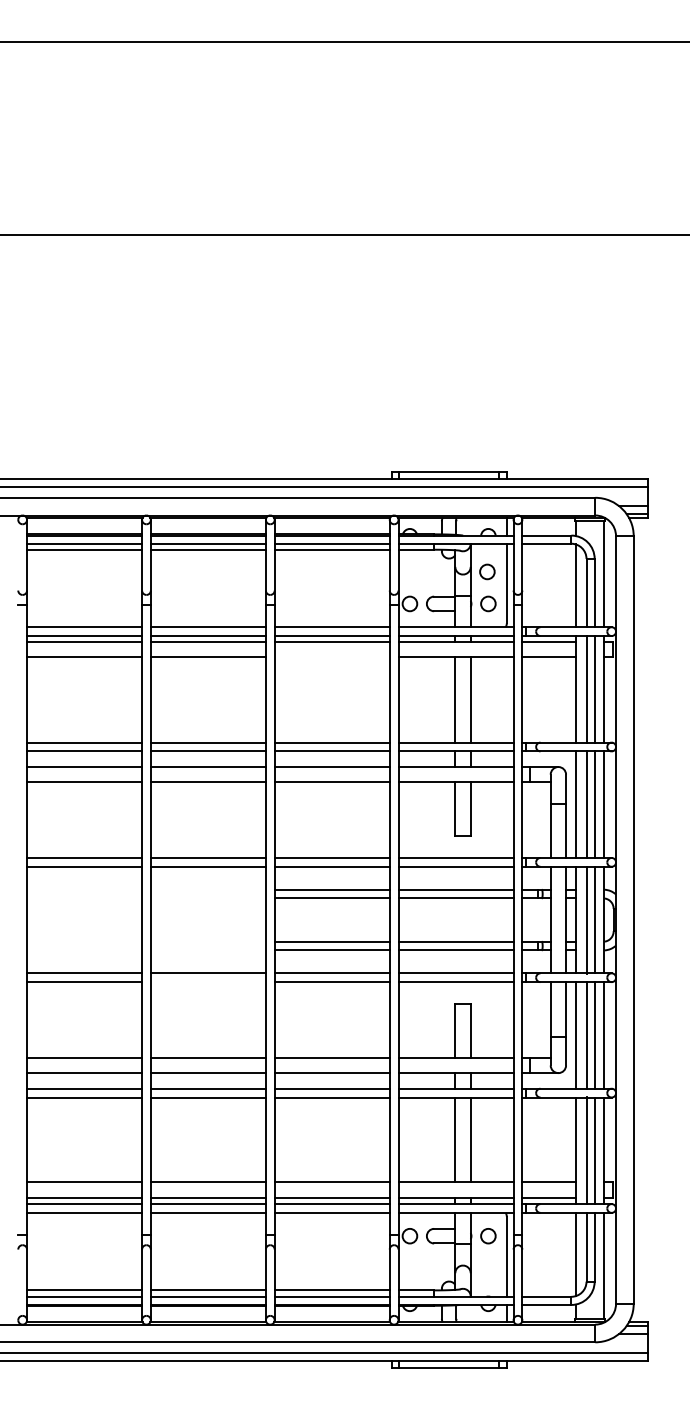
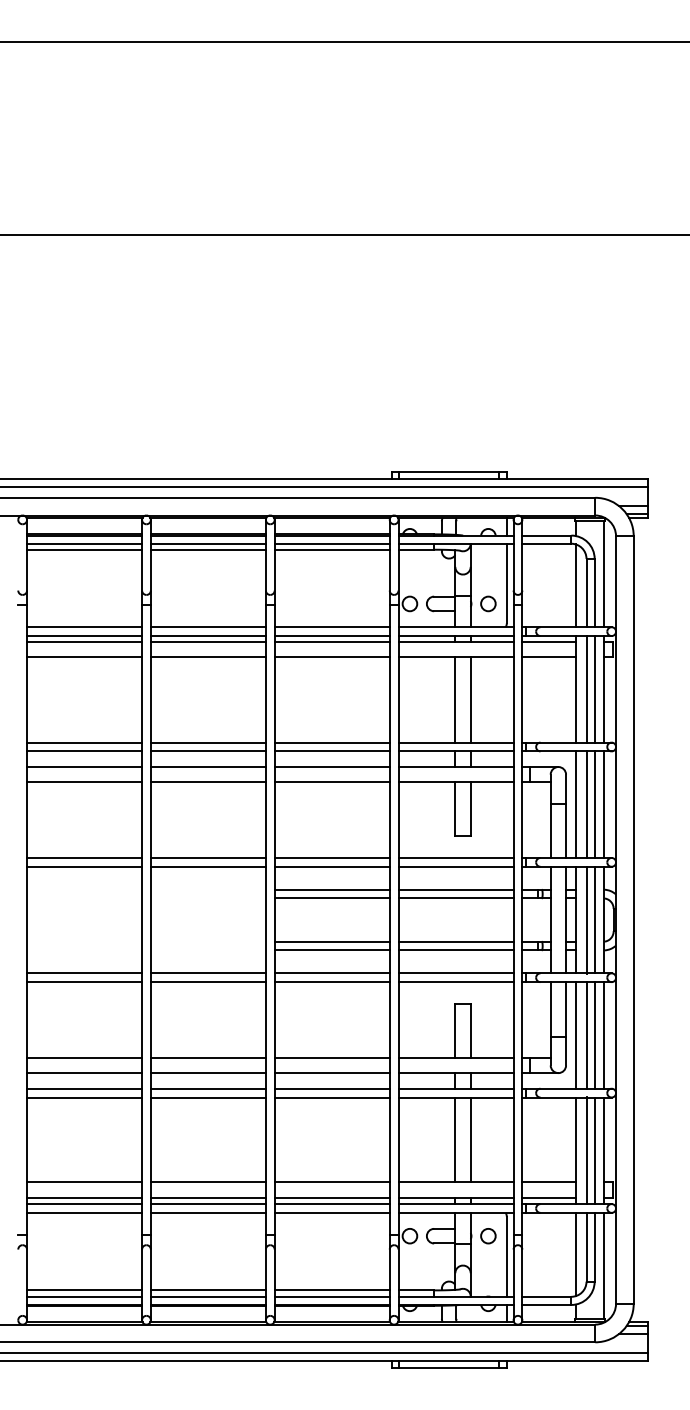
circle at (487, 571): present -> none
line at (331, 657): none -> present
line at (207, 982): none -> present
